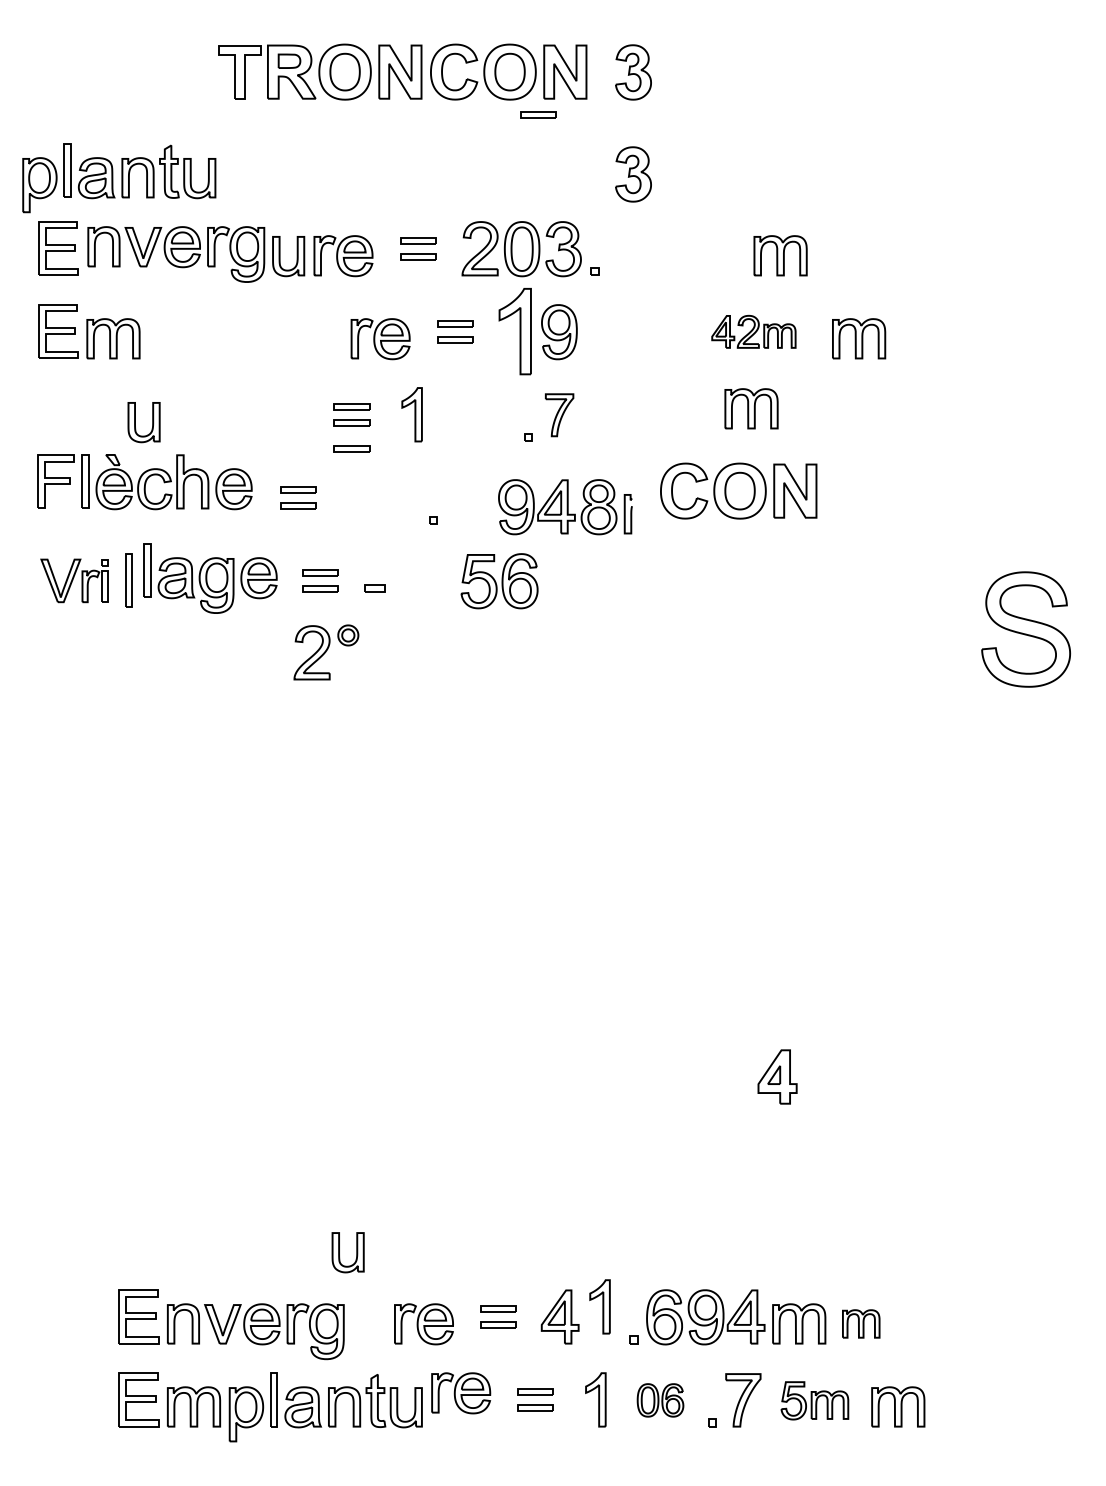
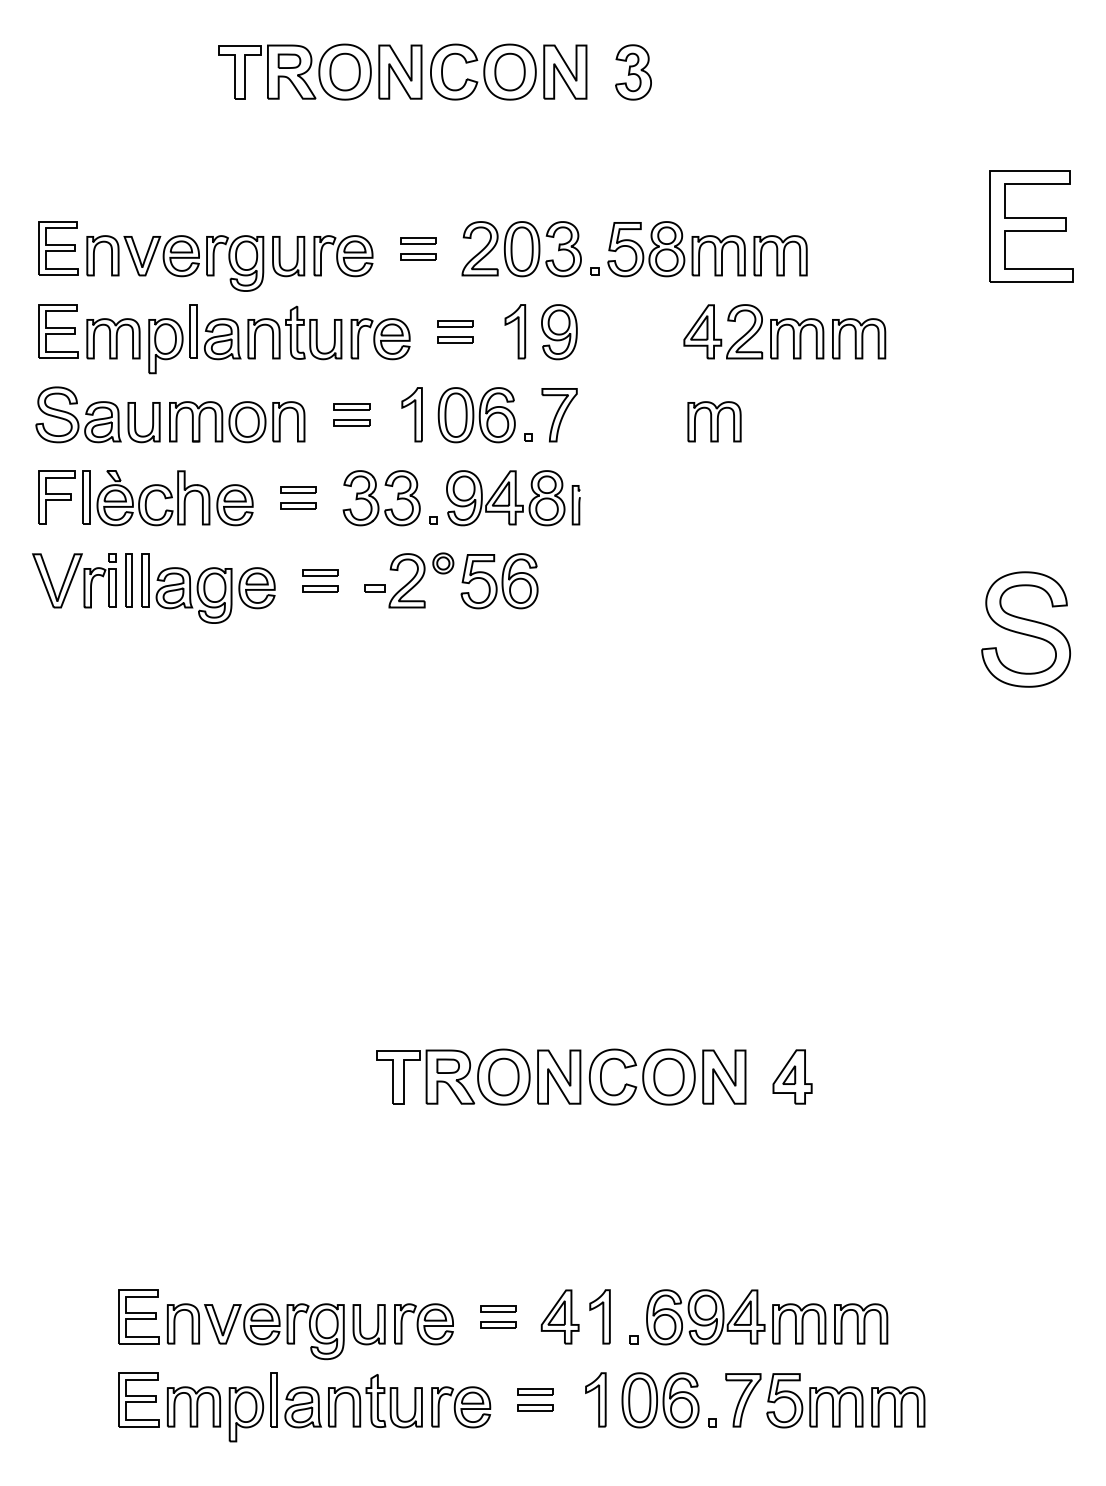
part at (538, 114): present -> none
part at (633, 174): present -> none
part at (119, 178) position: (119, 178) -> (245, 339)
part at (1031, 226): none -> present
part at (676, 249): none -> present
part at (176, 254) position: (176, 254) -> (175, 263)
part at (514, 331) size: 34x88 px -> 23x56 px
part at (753, 331) size: 86x35 px -> 142x56 px
part at (751, 408) position: (751, 408) -> (714, 421)
part at (78, 414): none -> present
part at (476, 415): none -> present
part at (559, 415) size: 30x45 px -> 37x55 px
part at (237, 422): none -> present
part at (351, 448): present -> none
part at (144, 482) position: (144, 482) -> (145, 498)
part at (738, 490): present -> none
part at (381, 498): none -> present
part at (565, 507) position: (565, 507) -> (513, 498)
part at (210, 578) position: (210, 578) -> (208, 588)
part at (74, 580) size: 69x46 px -> 85x56 px
part at (326, 652) position: (326, 652) -> (421, 580)
part at (561, 1076): none -> present
part at (777, 1076) position: (777, 1076) -> (792, 1076)
part at (339, 1252) position: (339, 1252) -> (360, 1324)
part at (599, 1306) position: (599, 1306) -> (599, 1316)
part at (861, 1323) size: 39x30 px -> 55x42 px
part at (461, 1393) position: (461, 1393) -> (461, 1407)
part at (660, 1400) size: 49x35 px -> 79x57 px
part at (814, 1400) size: 70x40 px -> 98x56 px
